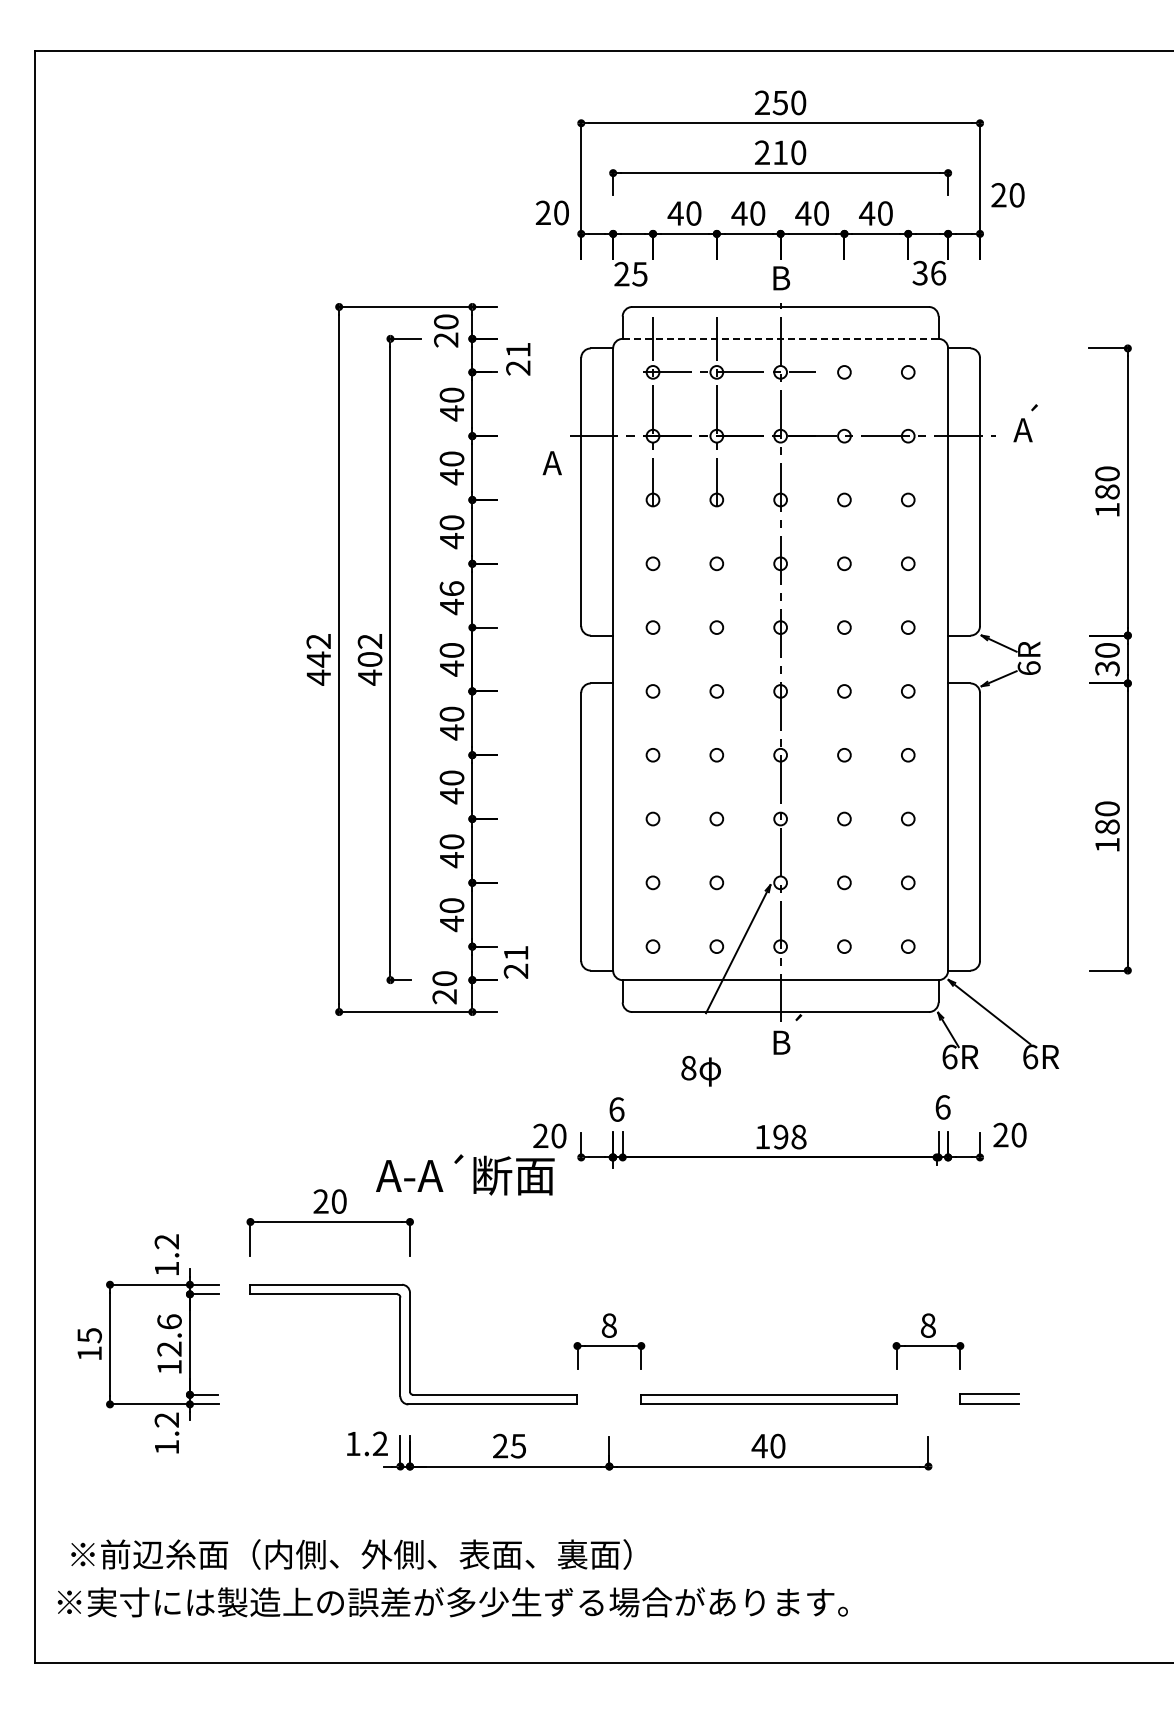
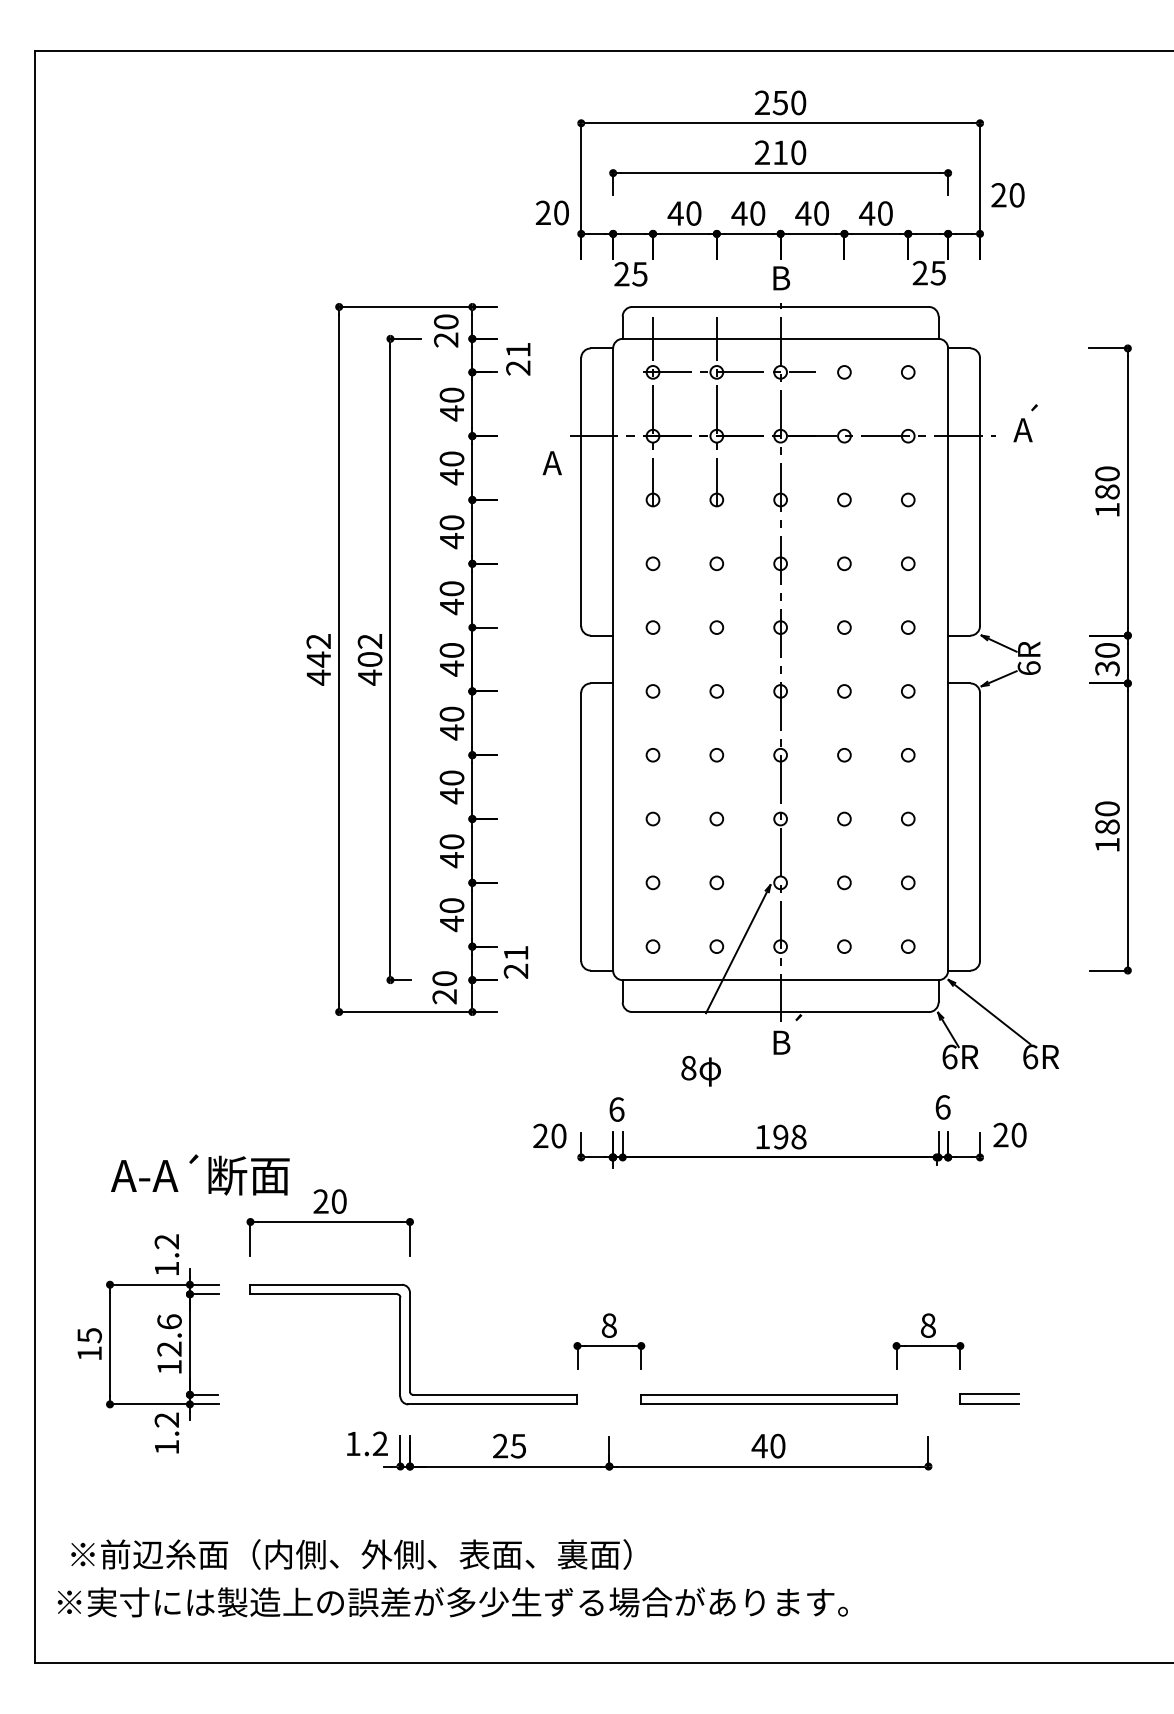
text at (929, 272): 36 -> 25
line at (780, 338): dashed -> solid
text at (451, 588): 46 -> 40
text at (465, 1174) position: (465, 1174) -> (200, 1174)
